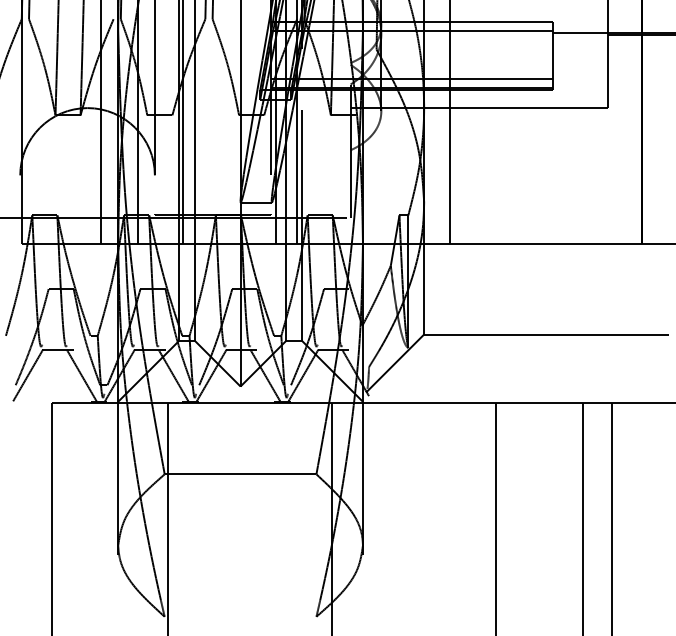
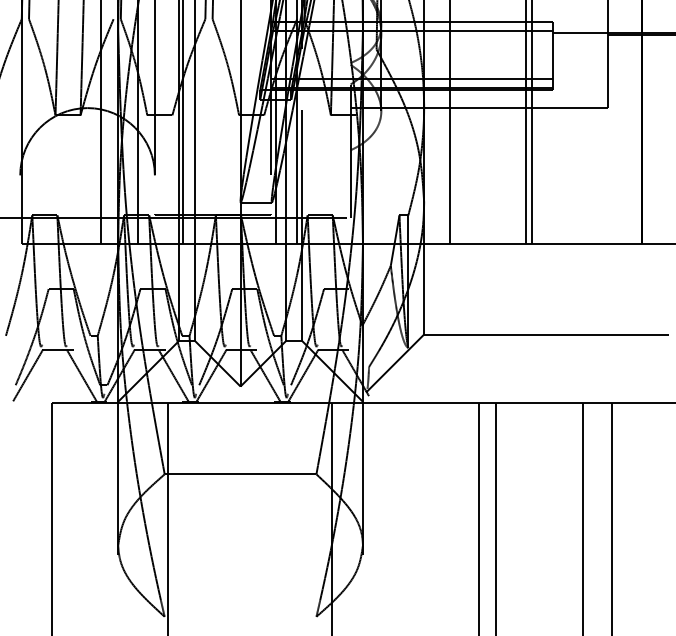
line at (526, 122): none -> present
line at (531, 122): none -> present
line at (478, 517): none -> present
